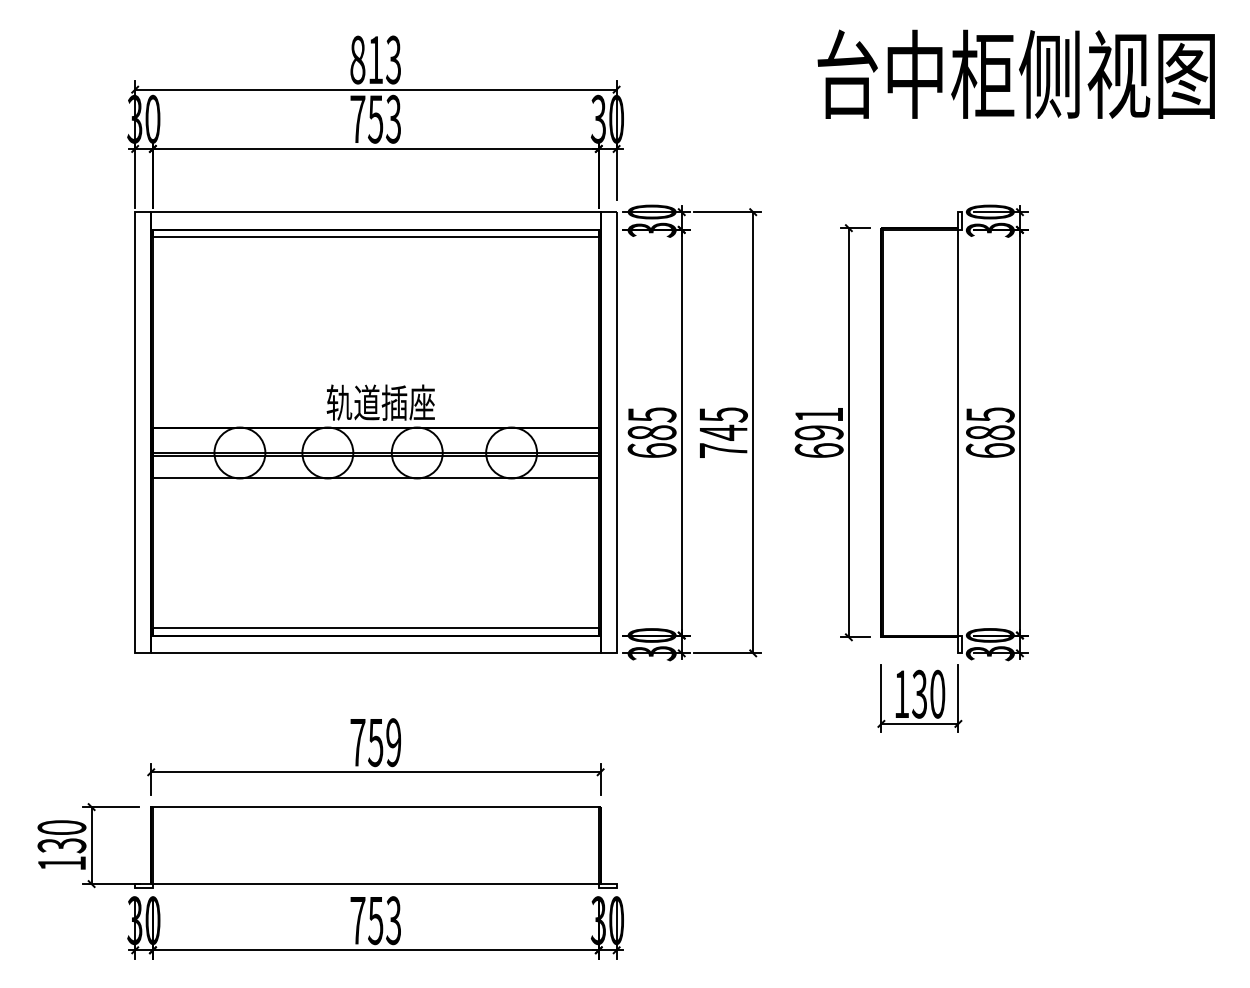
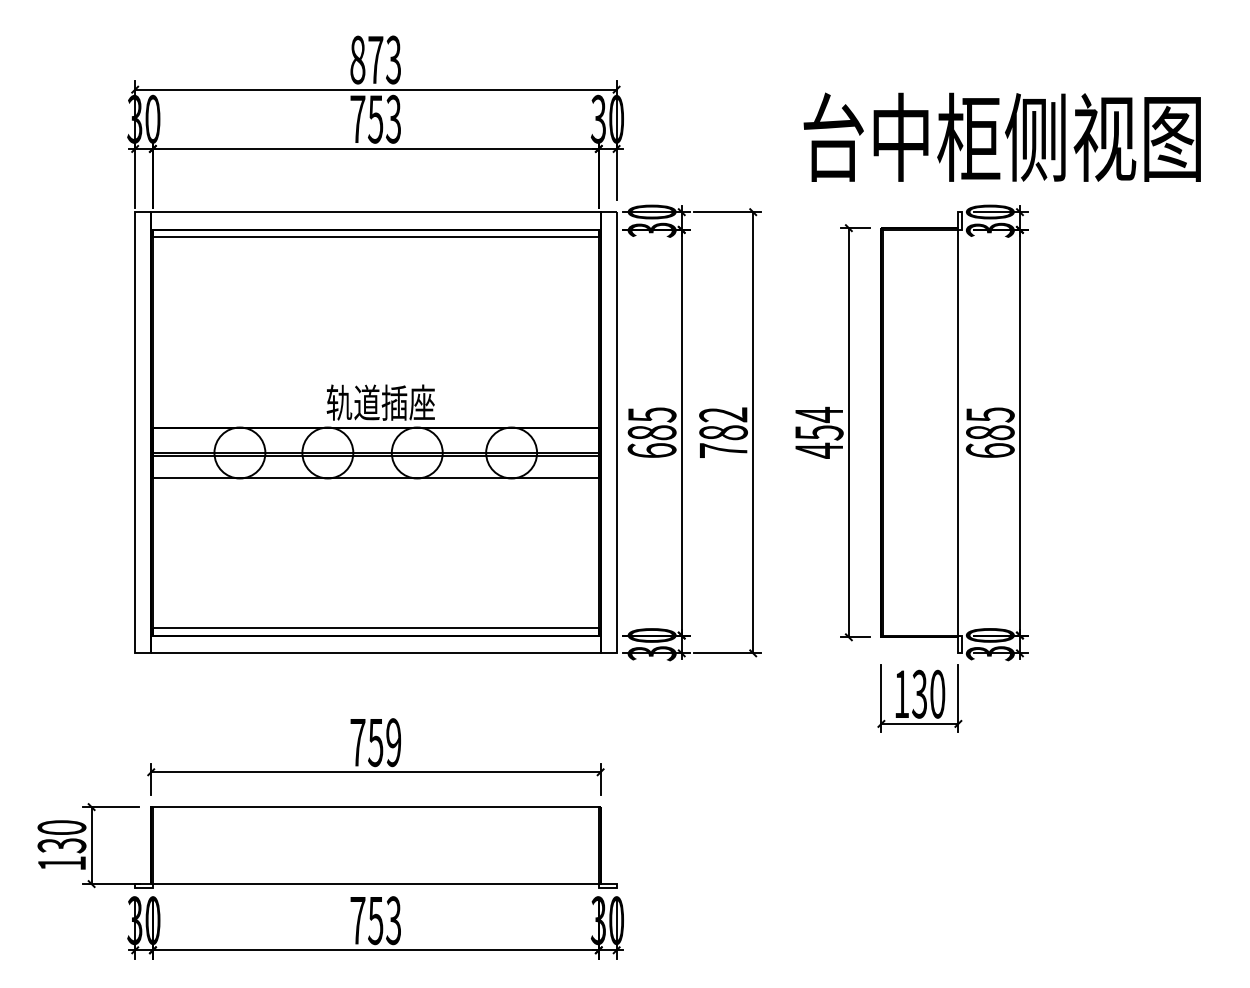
text at (375, 59): 813 -> 873
text at (1015, 73) position: (1015, 73) -> (1001, 136)
text at (723, 423): 745 -> 782
text at (818, 432): 691 -> 454
